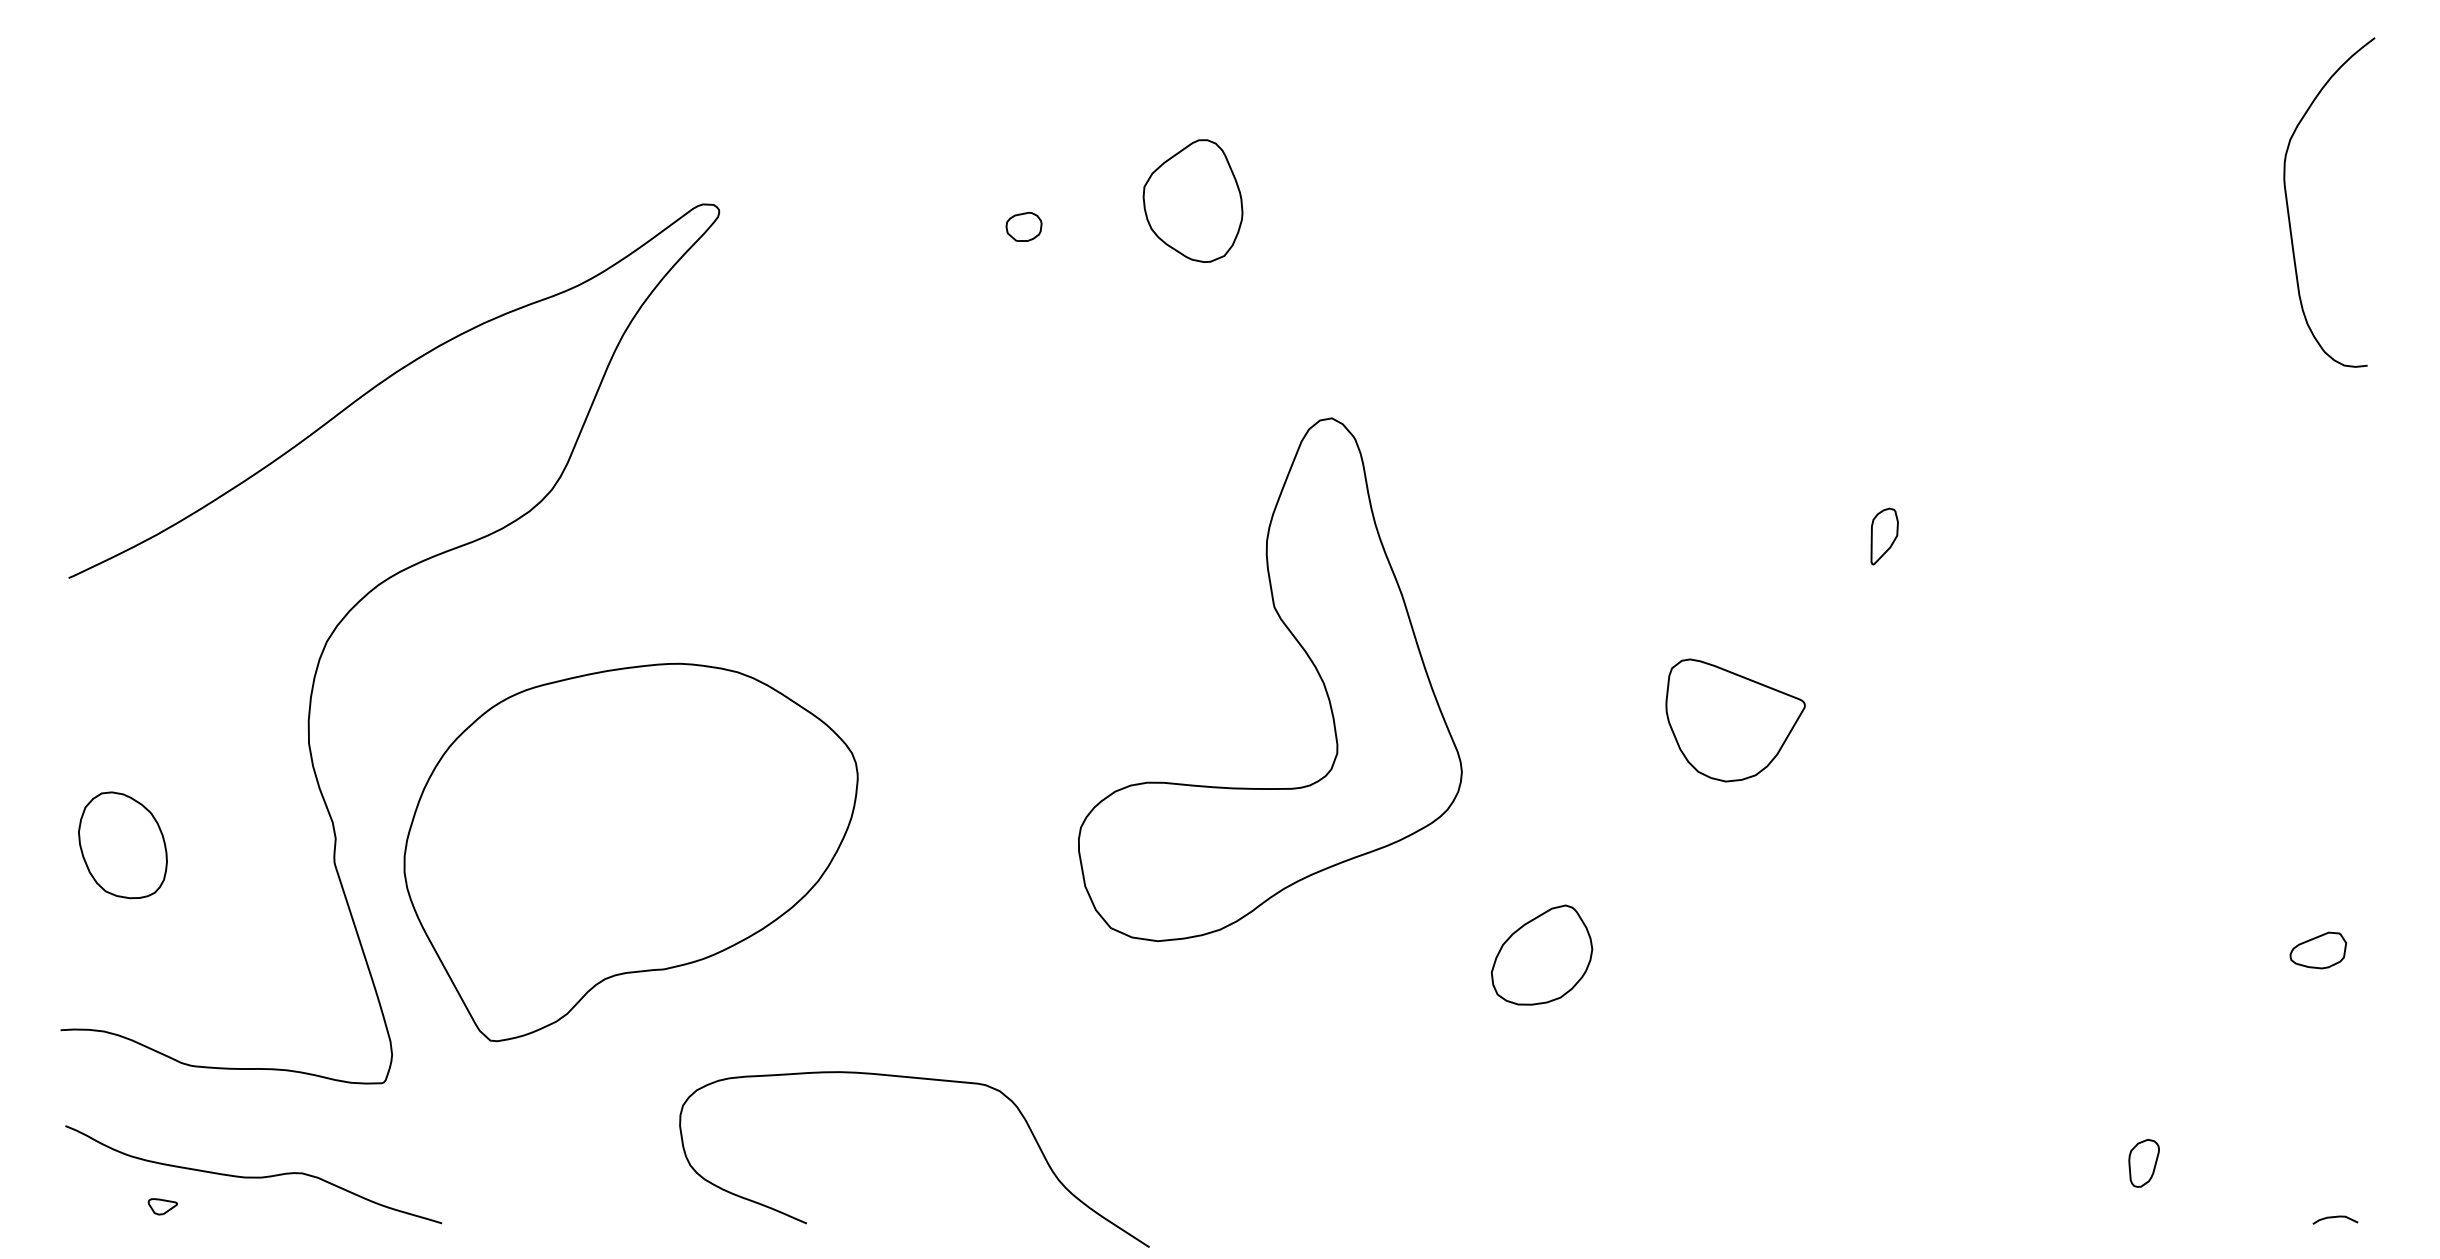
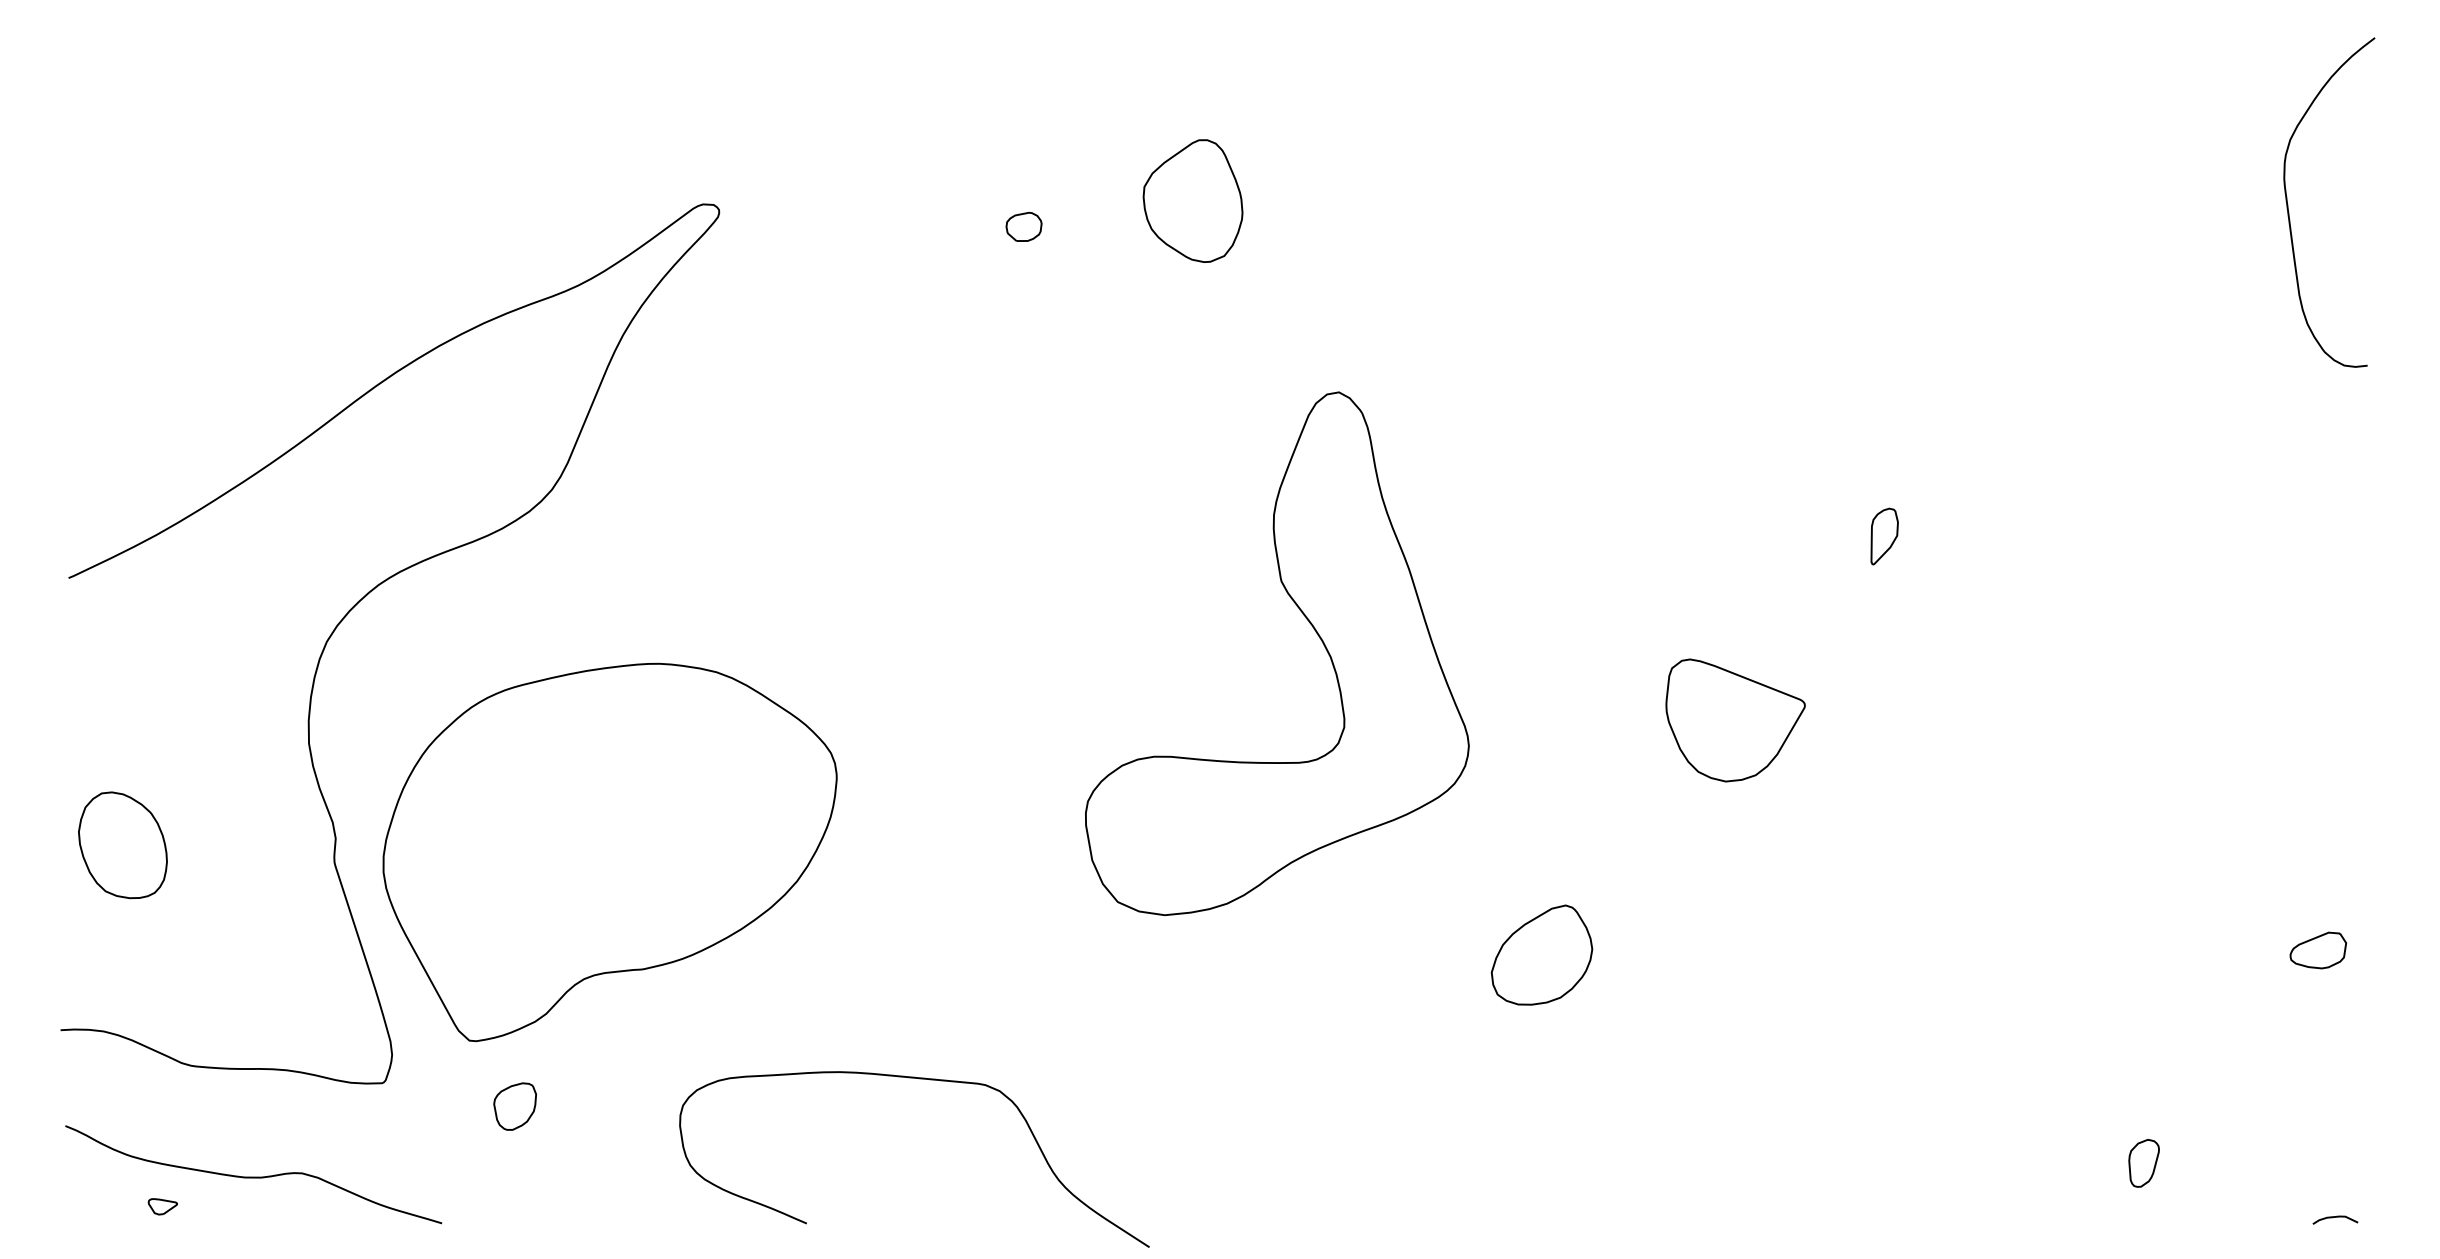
part at (1308, 658) position: (1308, 658) -> (1315, 632)
part at (630, 852) position: (630, 852) -> (609, 852)
part at (514, 1106): none -> present
